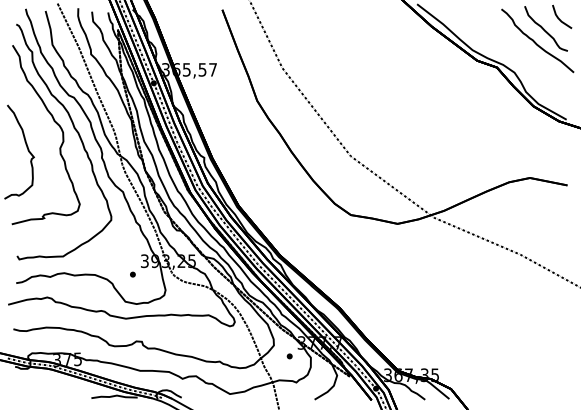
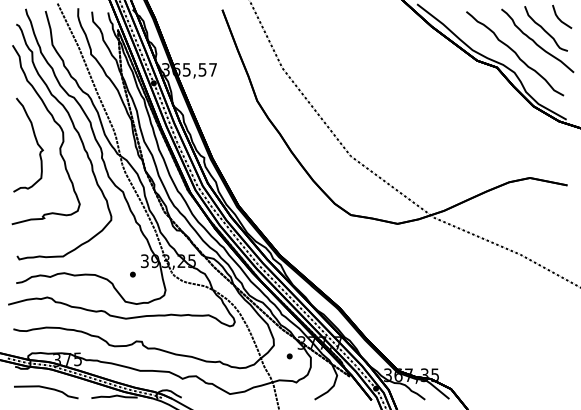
curve at (515, 53): none -> present
curve at (26, 147) position: (26, 147) -> (35, 140)
curve at (48, 389): none -> present
